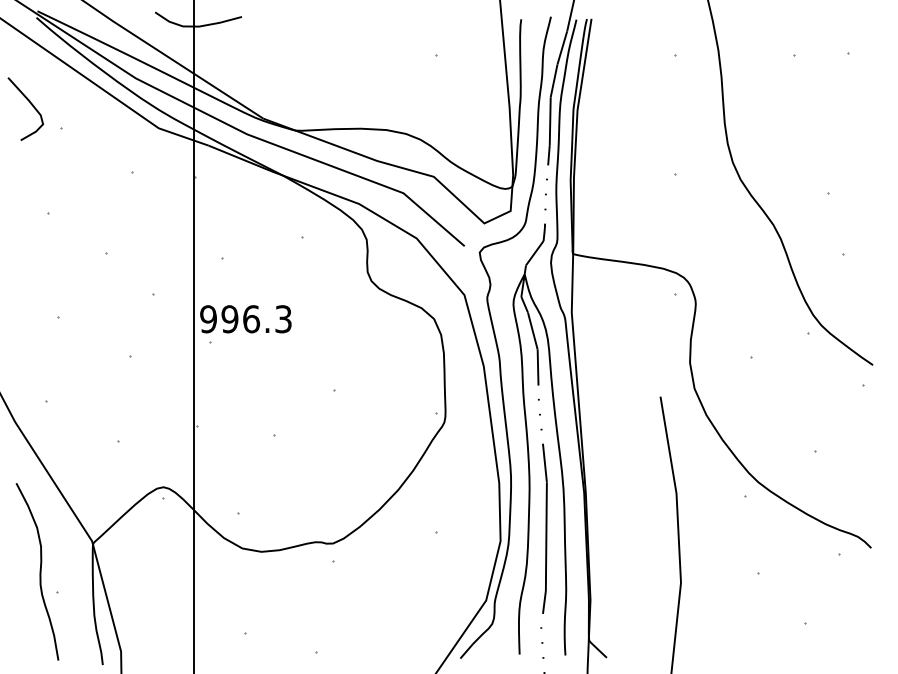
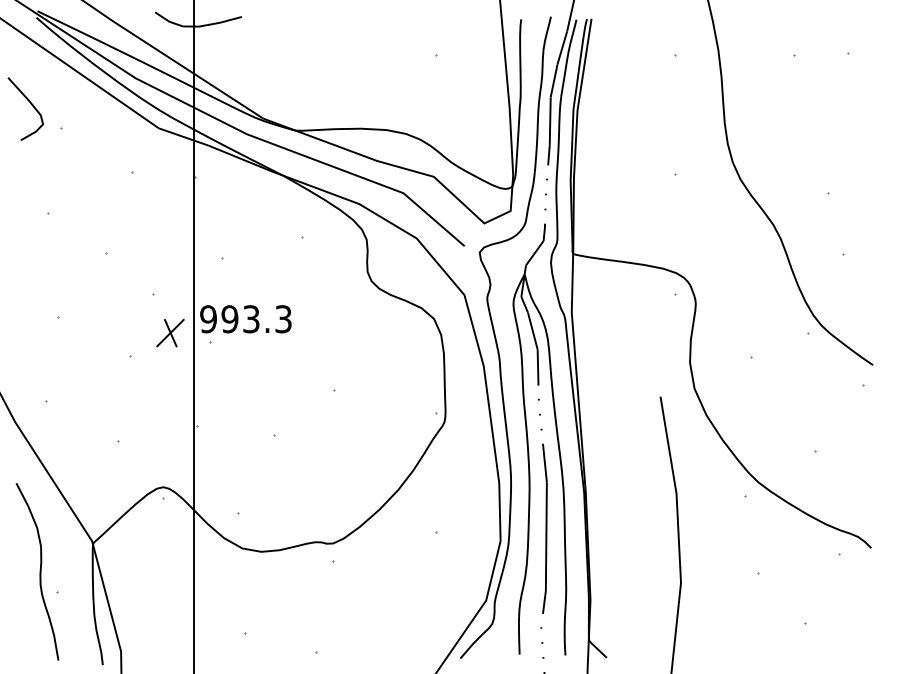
text at (251, 319): 996.3 -> 993.3
part at (170, 332): none -> present
